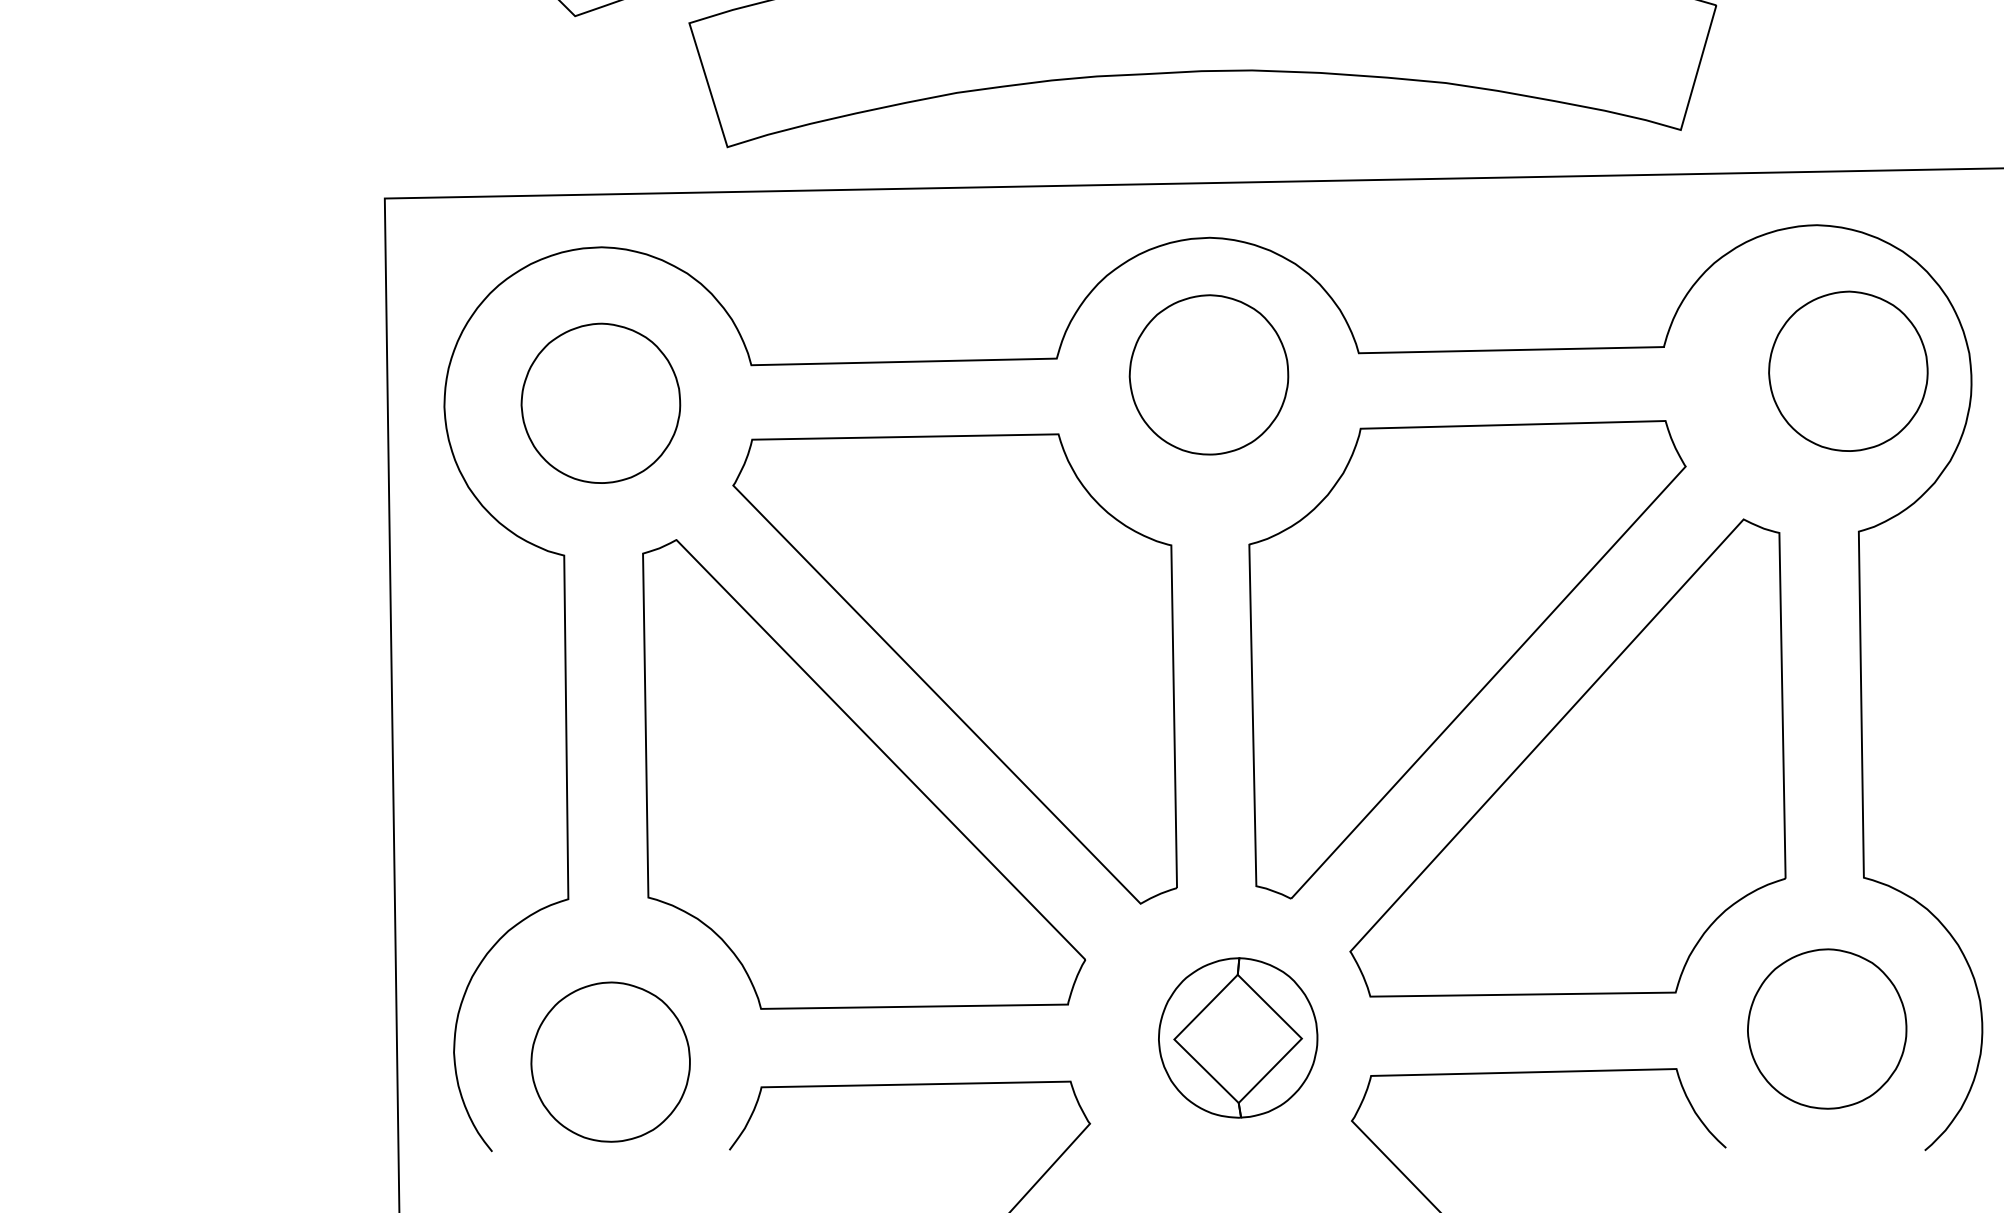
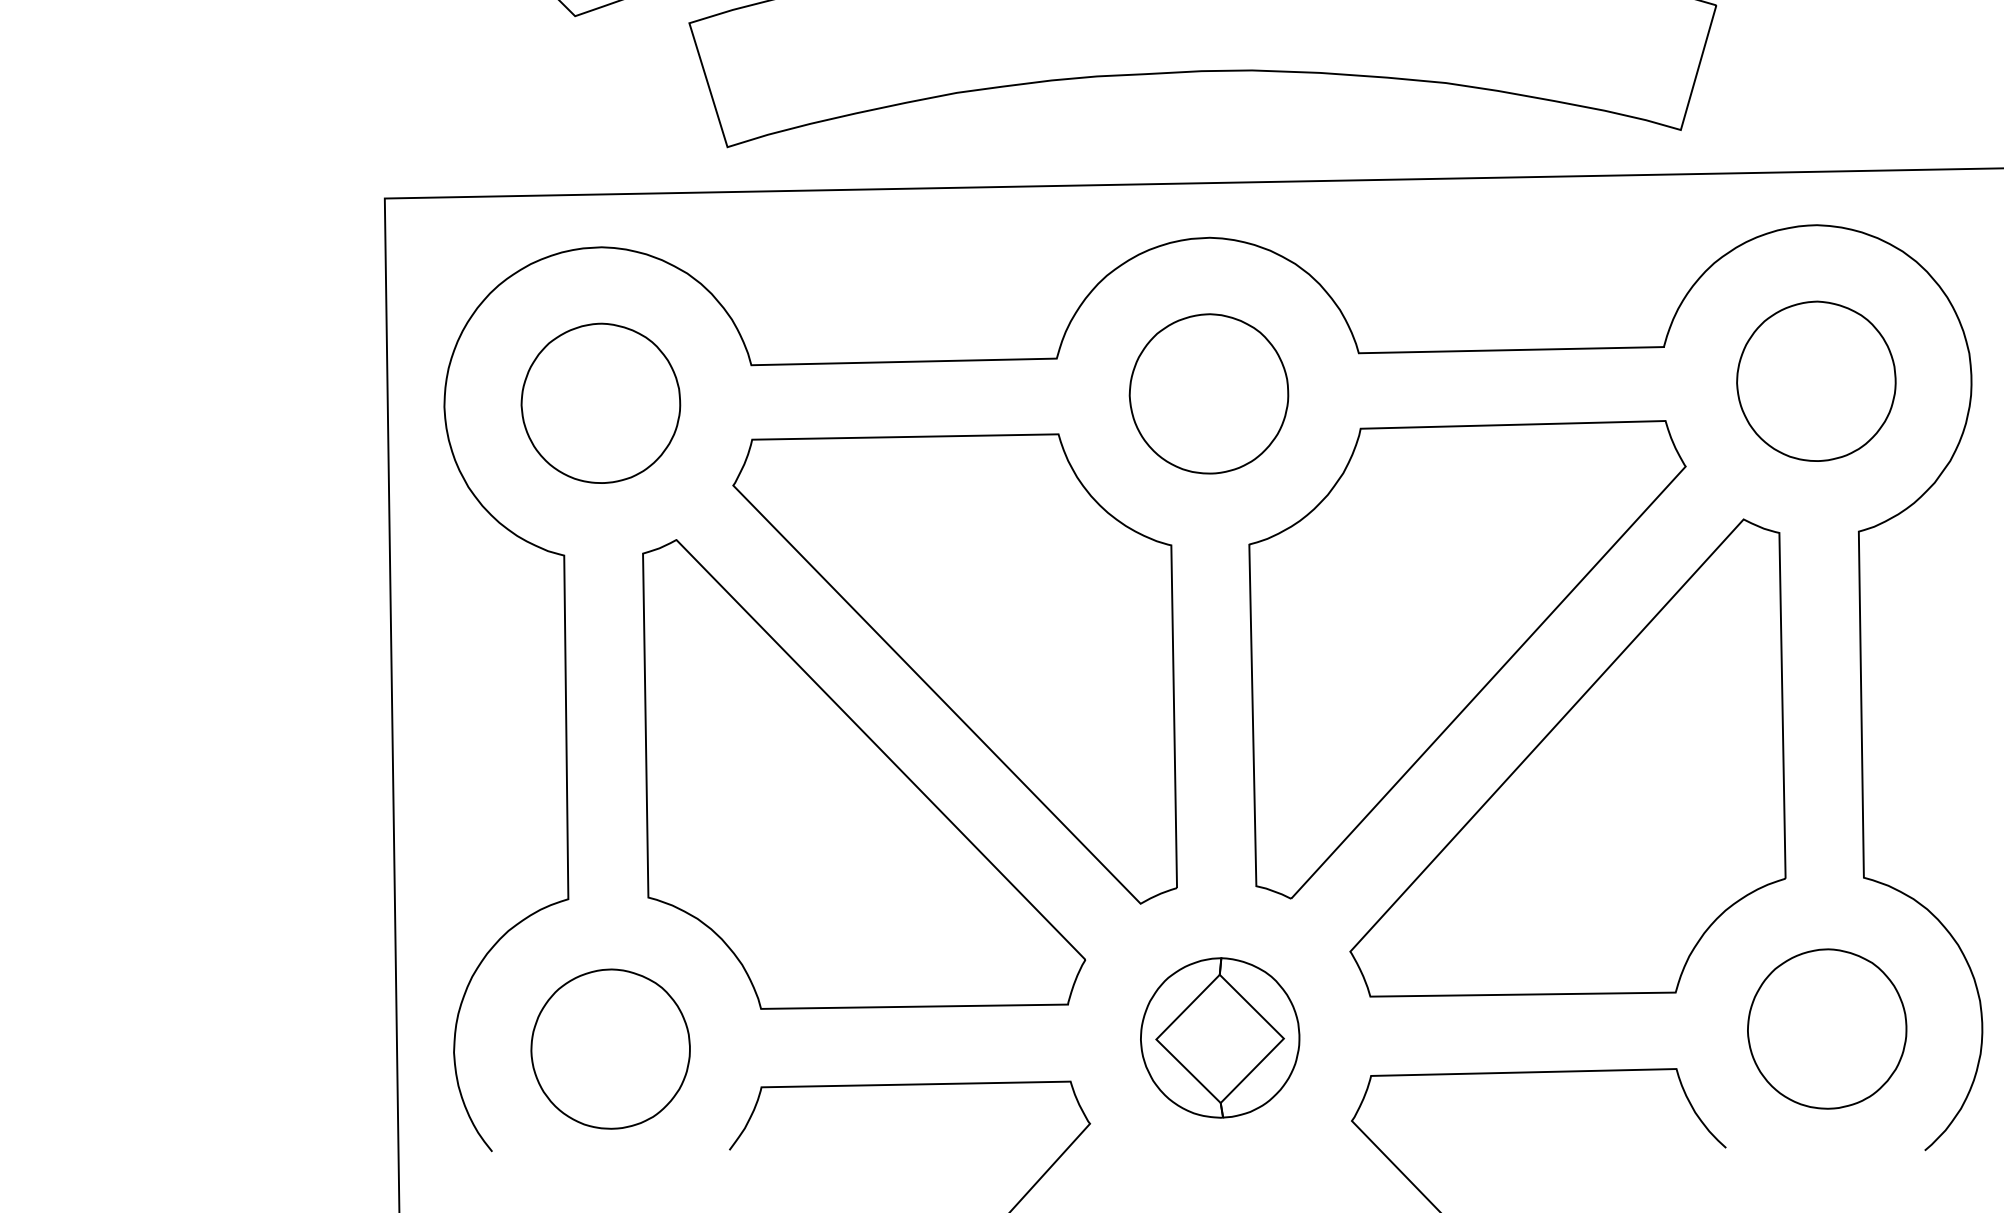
part at (1848, 370) position: (1848, 370) -> (1816, 380)
part at (1208, 374) position: (1208, 374) -> (1208, 393)
part at (1238, 1037) position: (1238, 1037) -> (1220, 1037)
part at (610, 1061) position: (610, 1061) -> (610, 1048)
